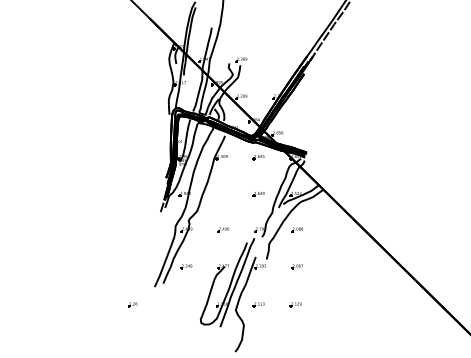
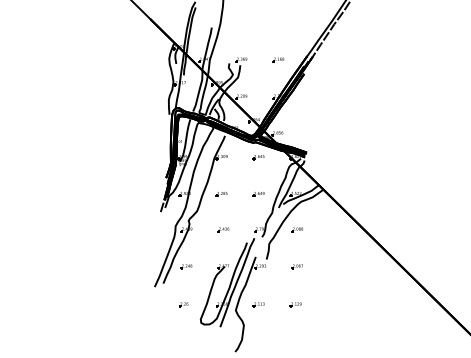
part at (278, 59): none -> present
part at (221, 194): none -> present
part at (132, 304) position: (132, 304) -> (183, 304)
